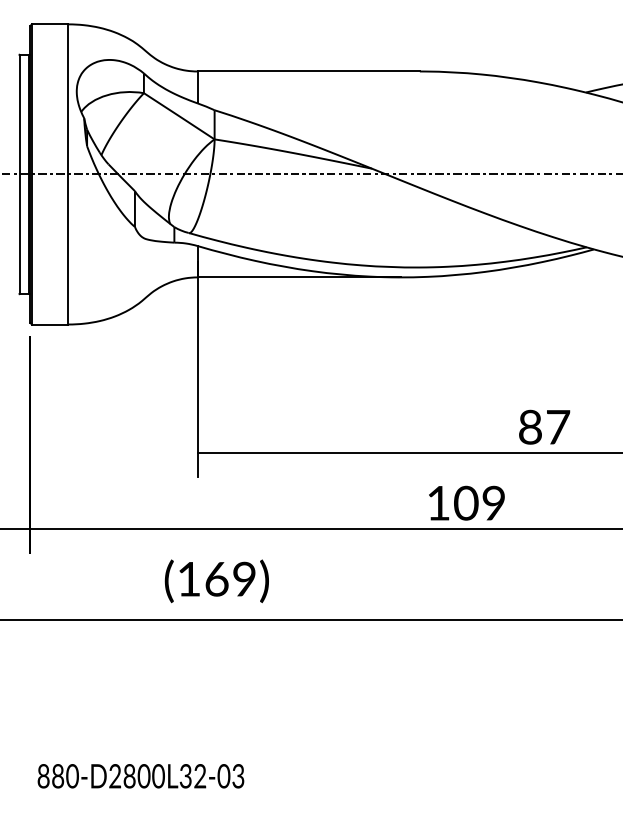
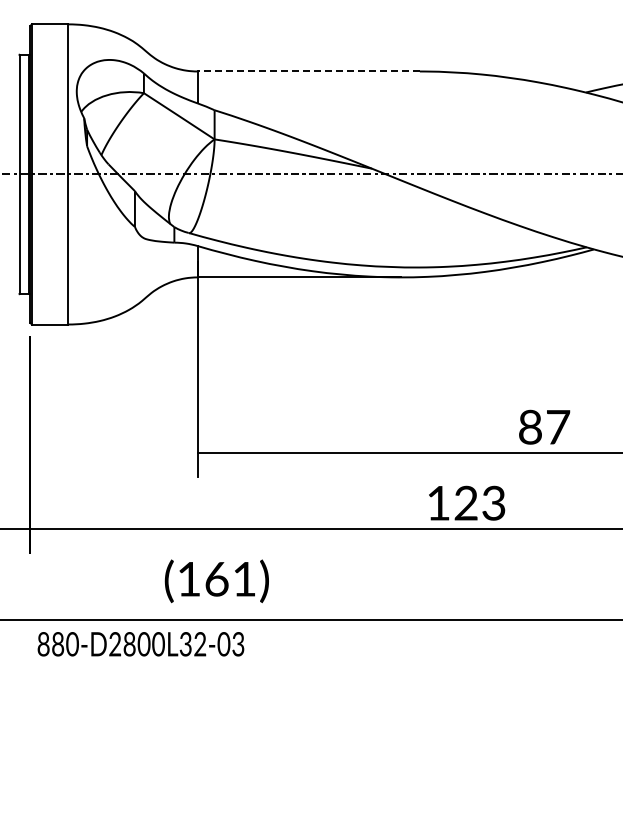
line at (308, 71): solid -> dashed
text at (479, 503): 109 -> 123
text at (244, 578): (169) -> (161)
text at (140, 776) position: (140, 776) -> (140, 644)
